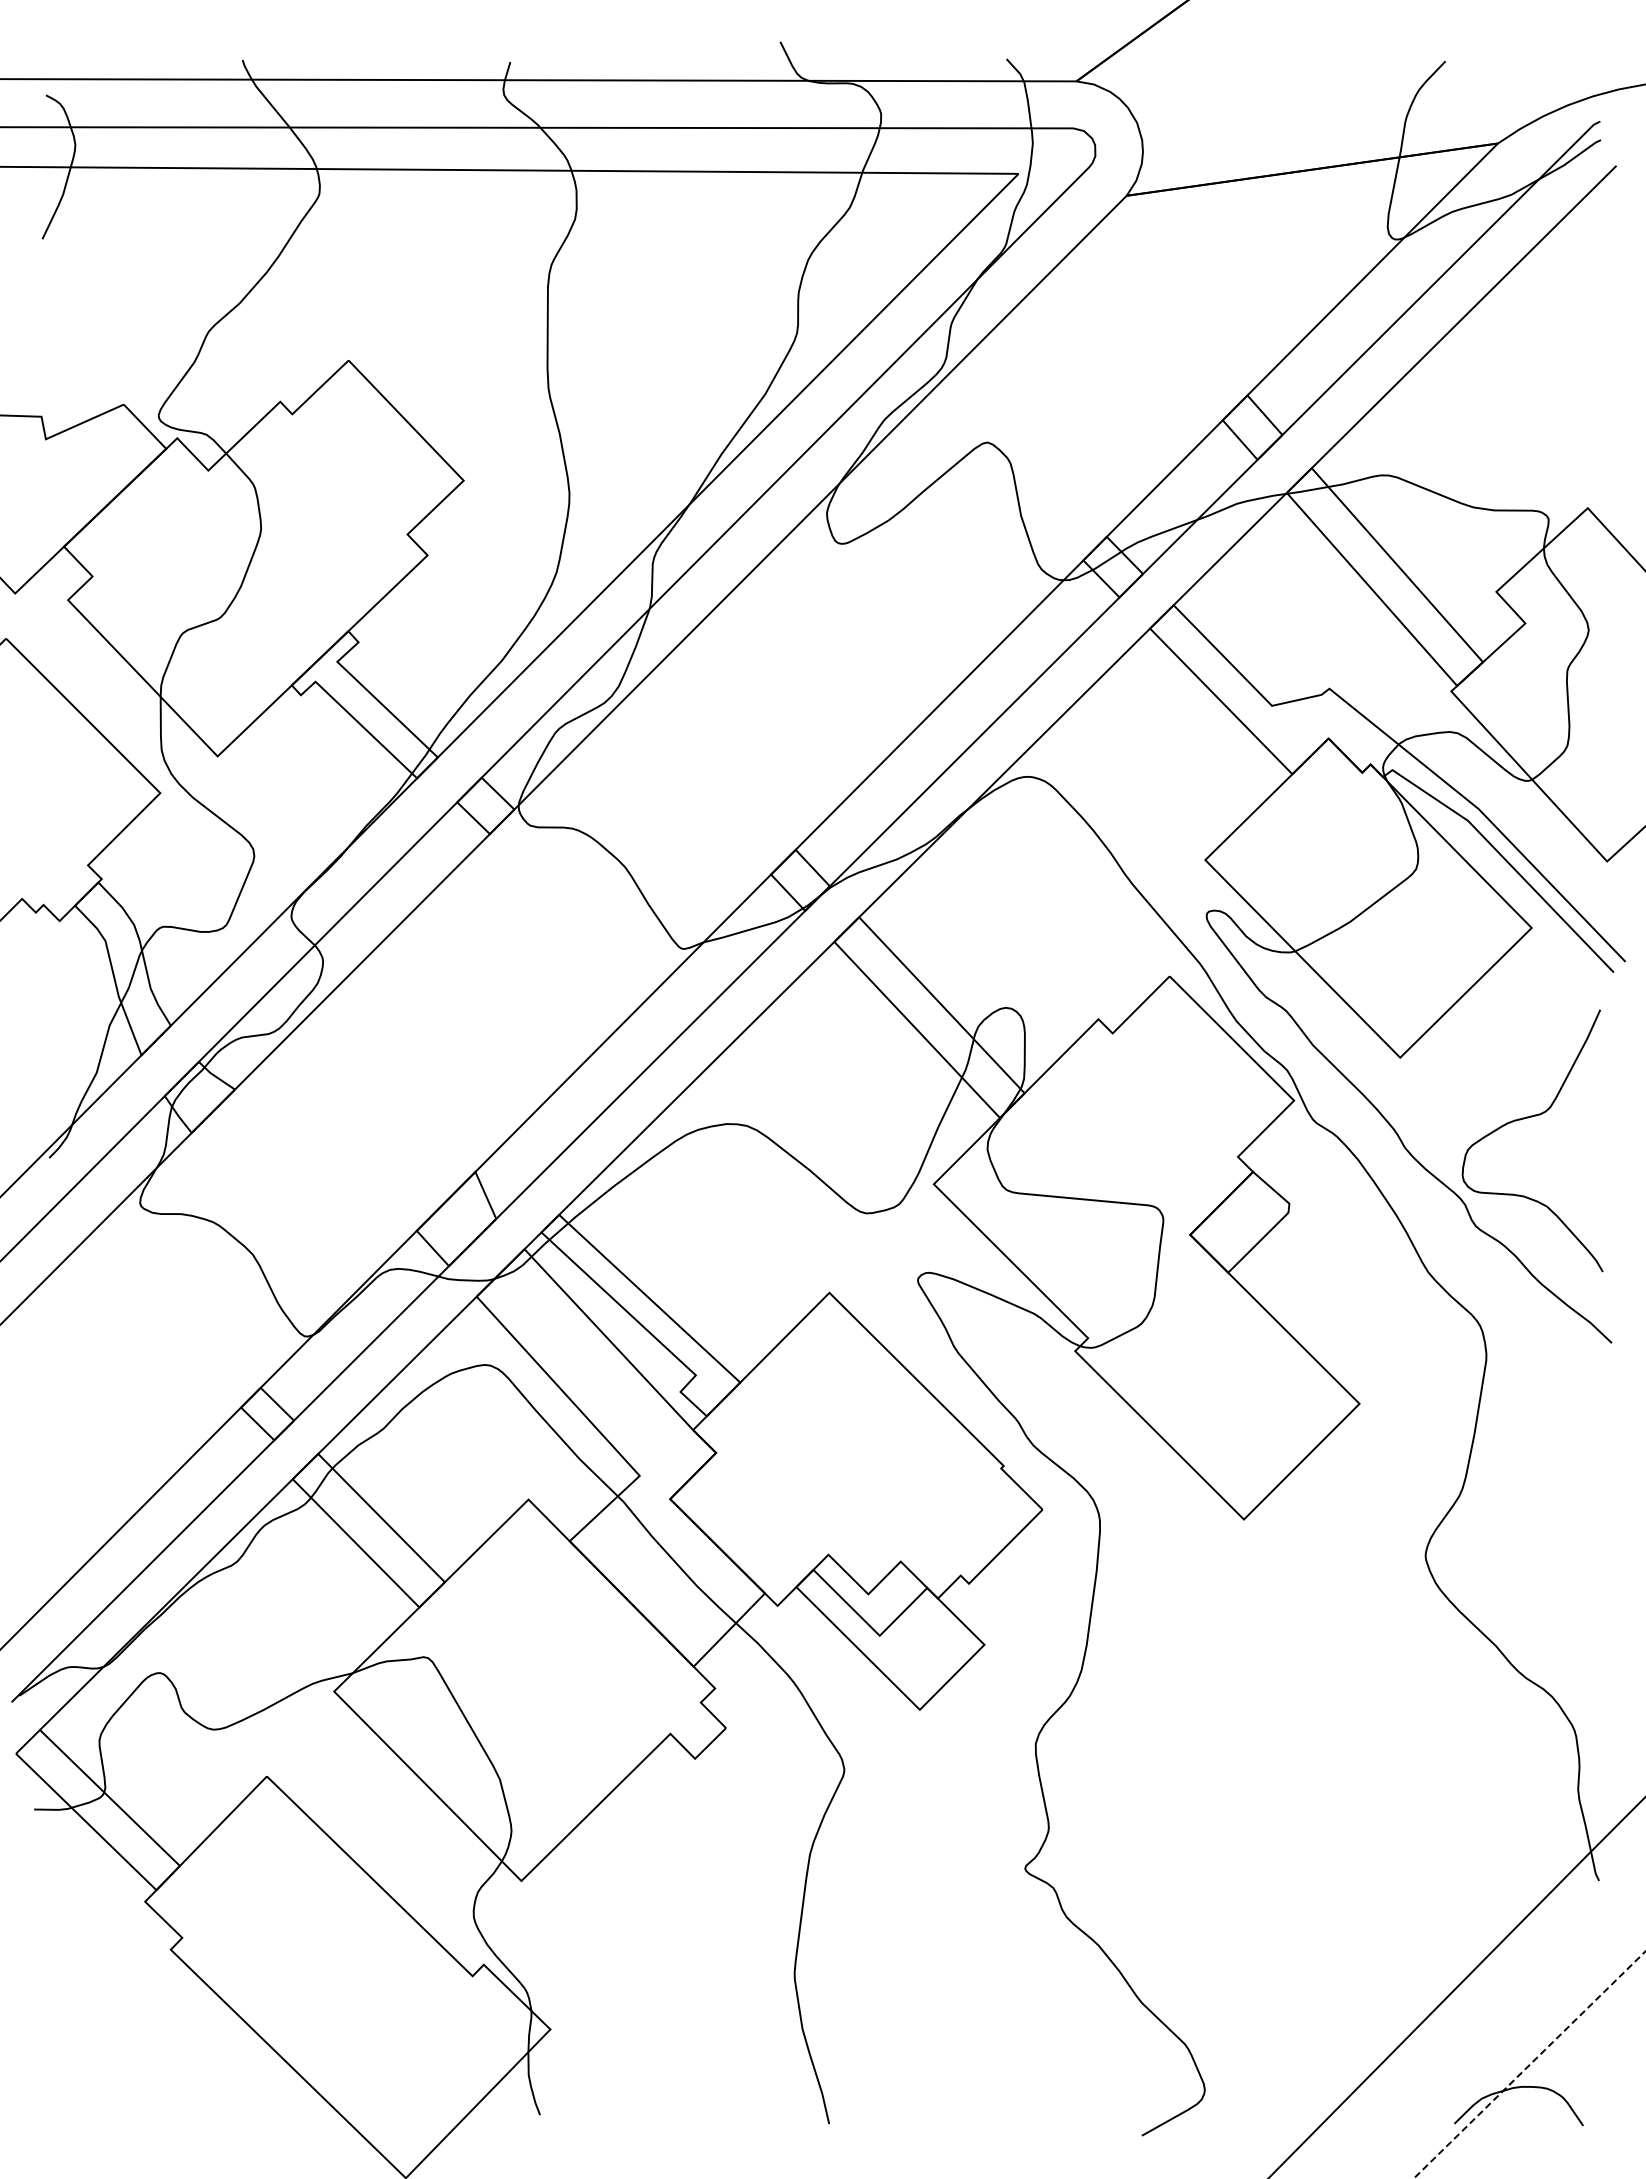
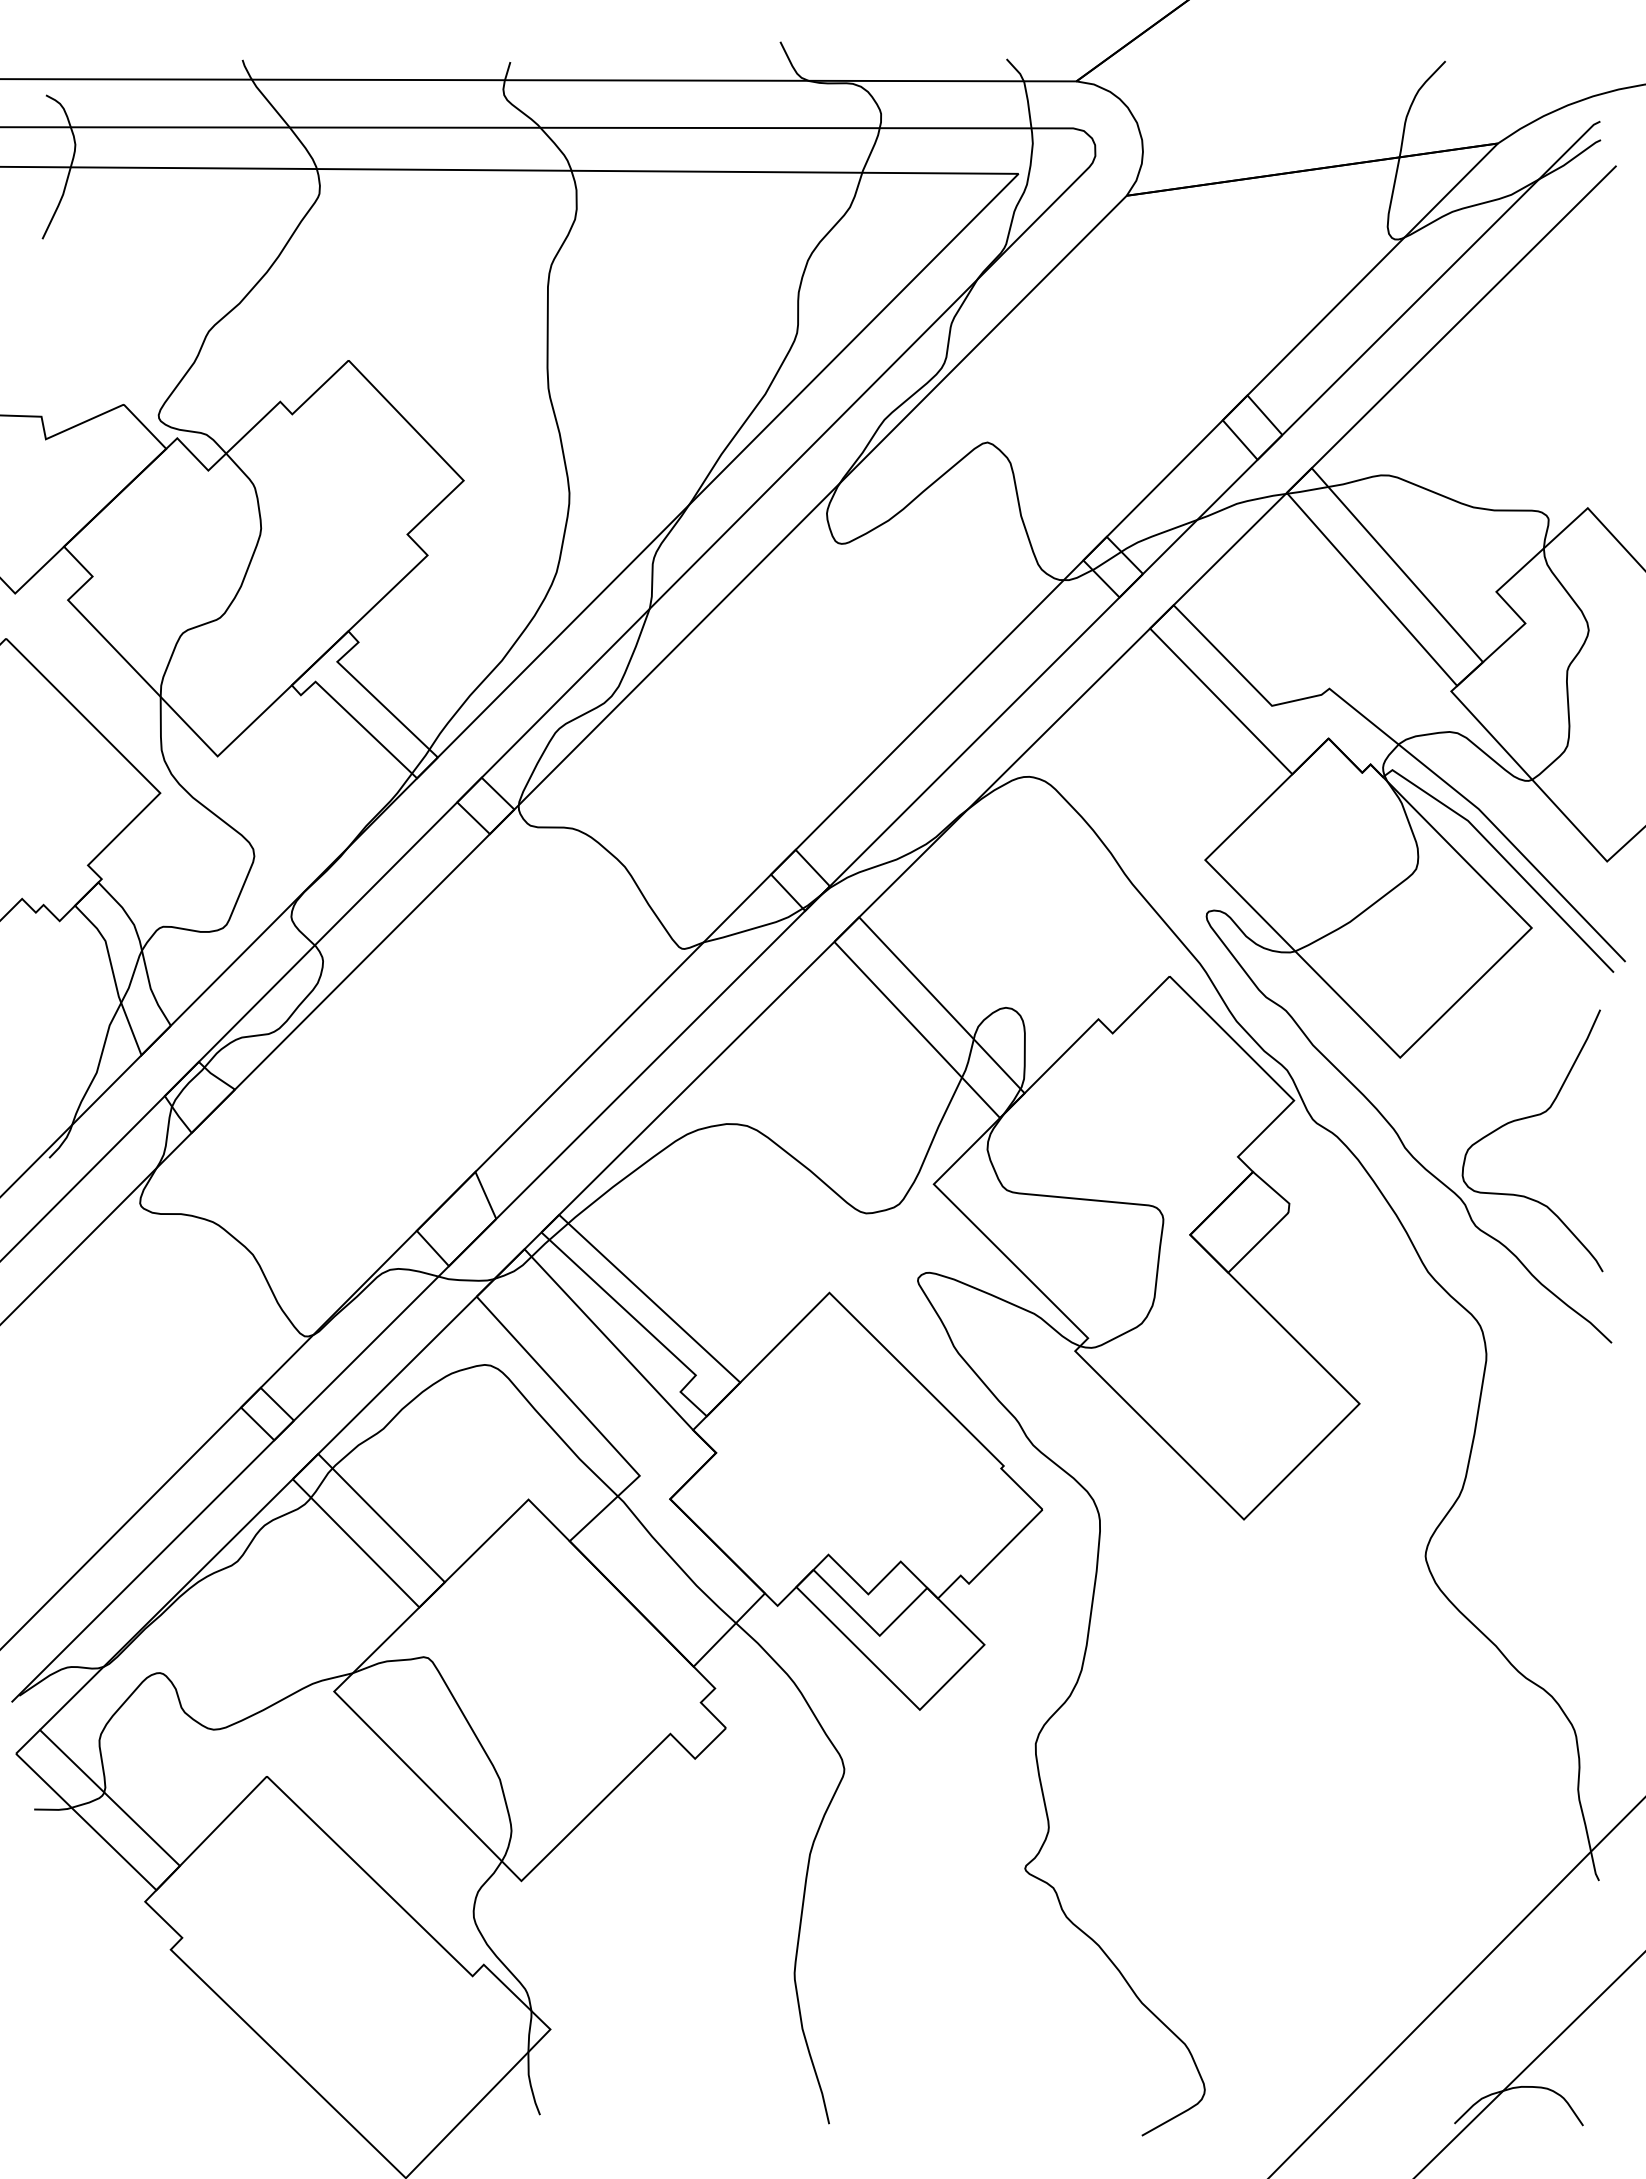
line at (1529, 2065): dashed -> solid
